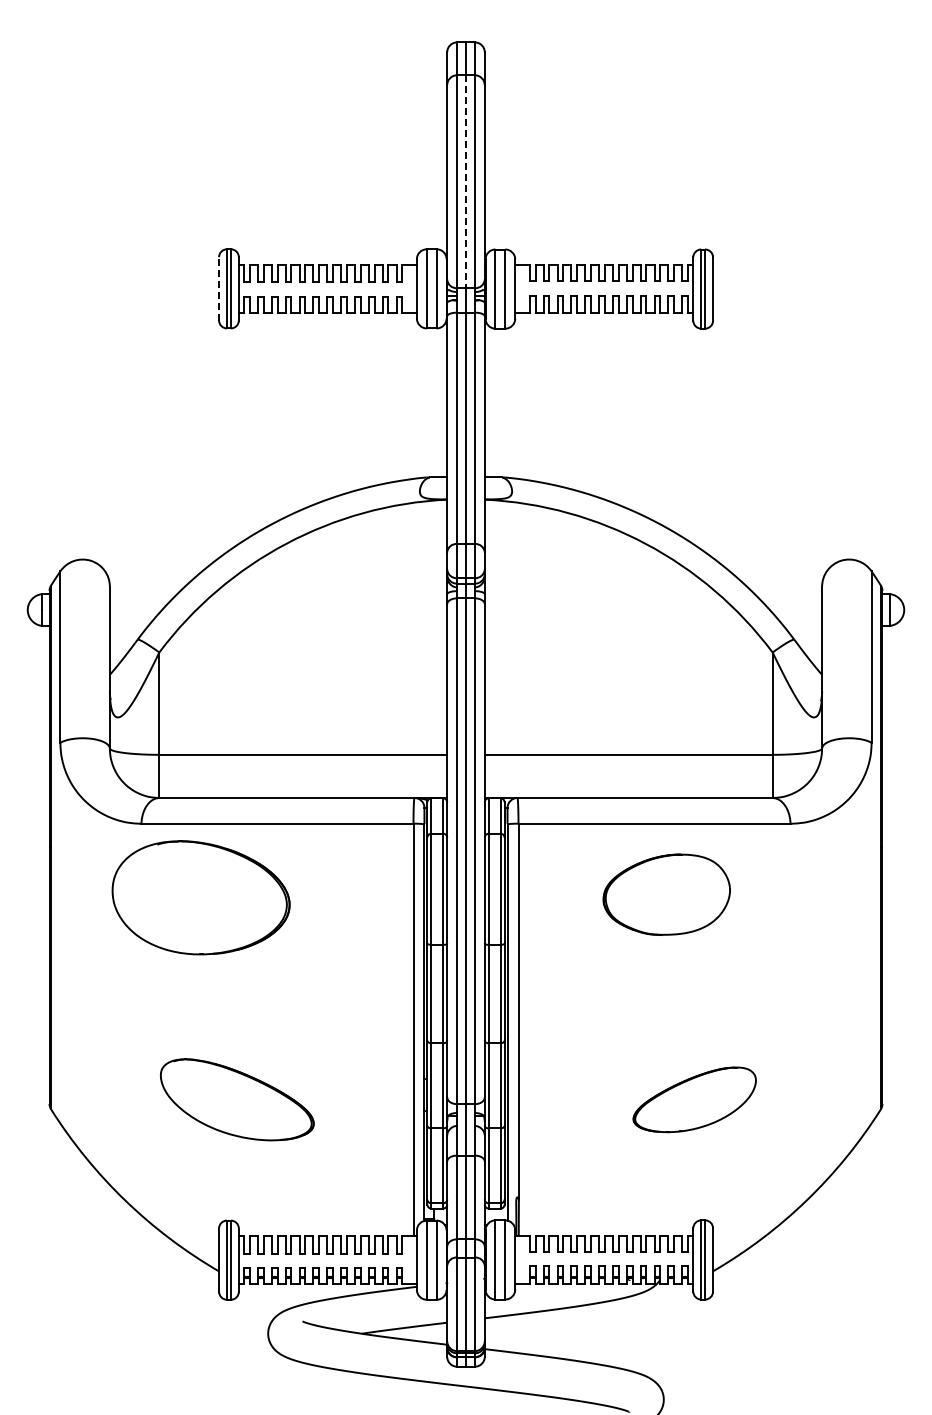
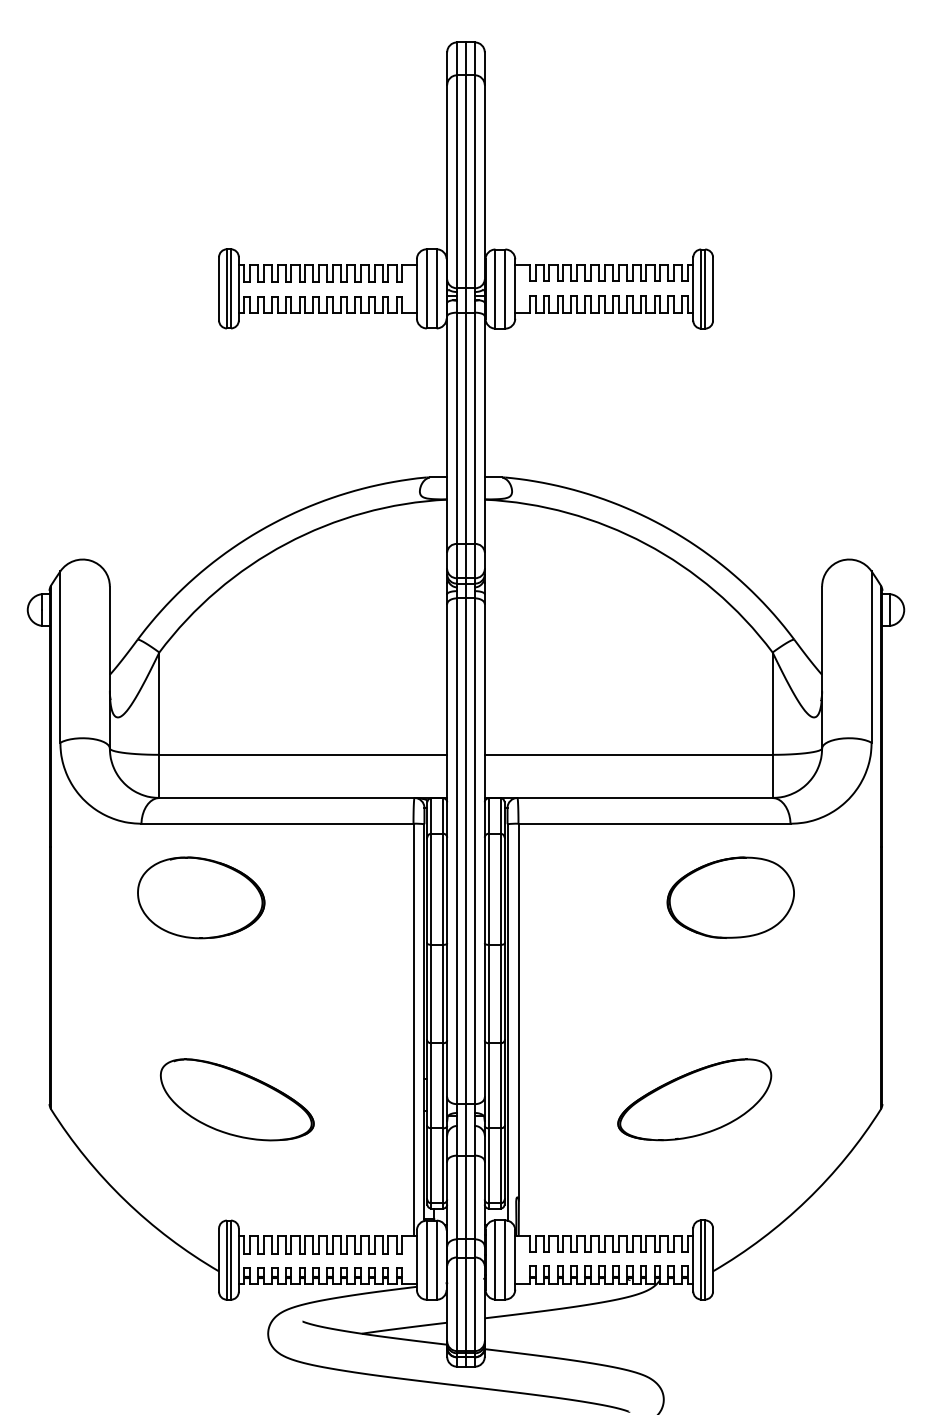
line at (465, 182): dashed -> solid
line at (219, 288): dashed -> solid
part at (666, 894) position: (666, 894) -> (730, 897)
part at (200, 897) size: 180x116 px -> 129x84 px
part at (694, 1099) size: 125x68 px -> 156x84 px
